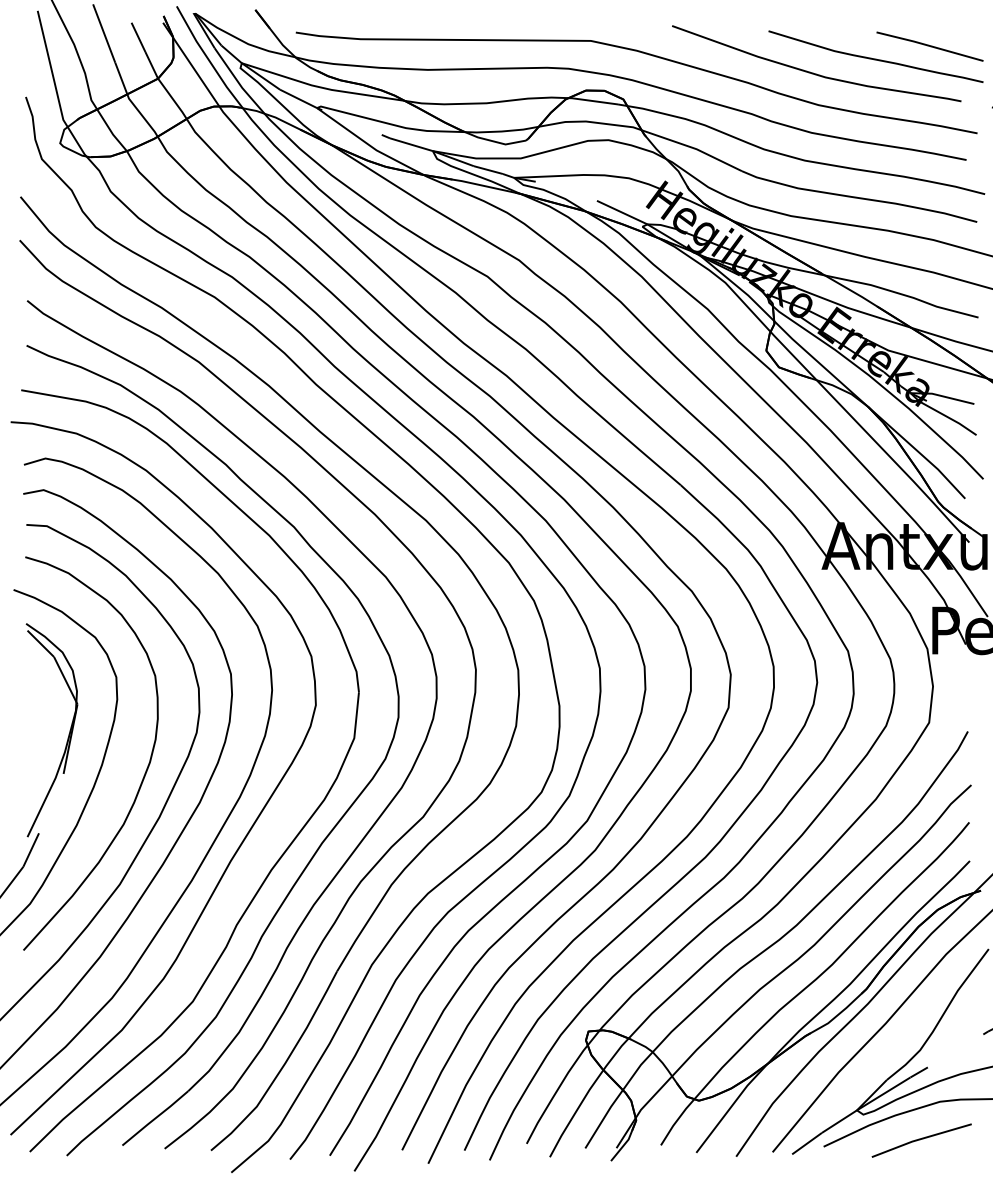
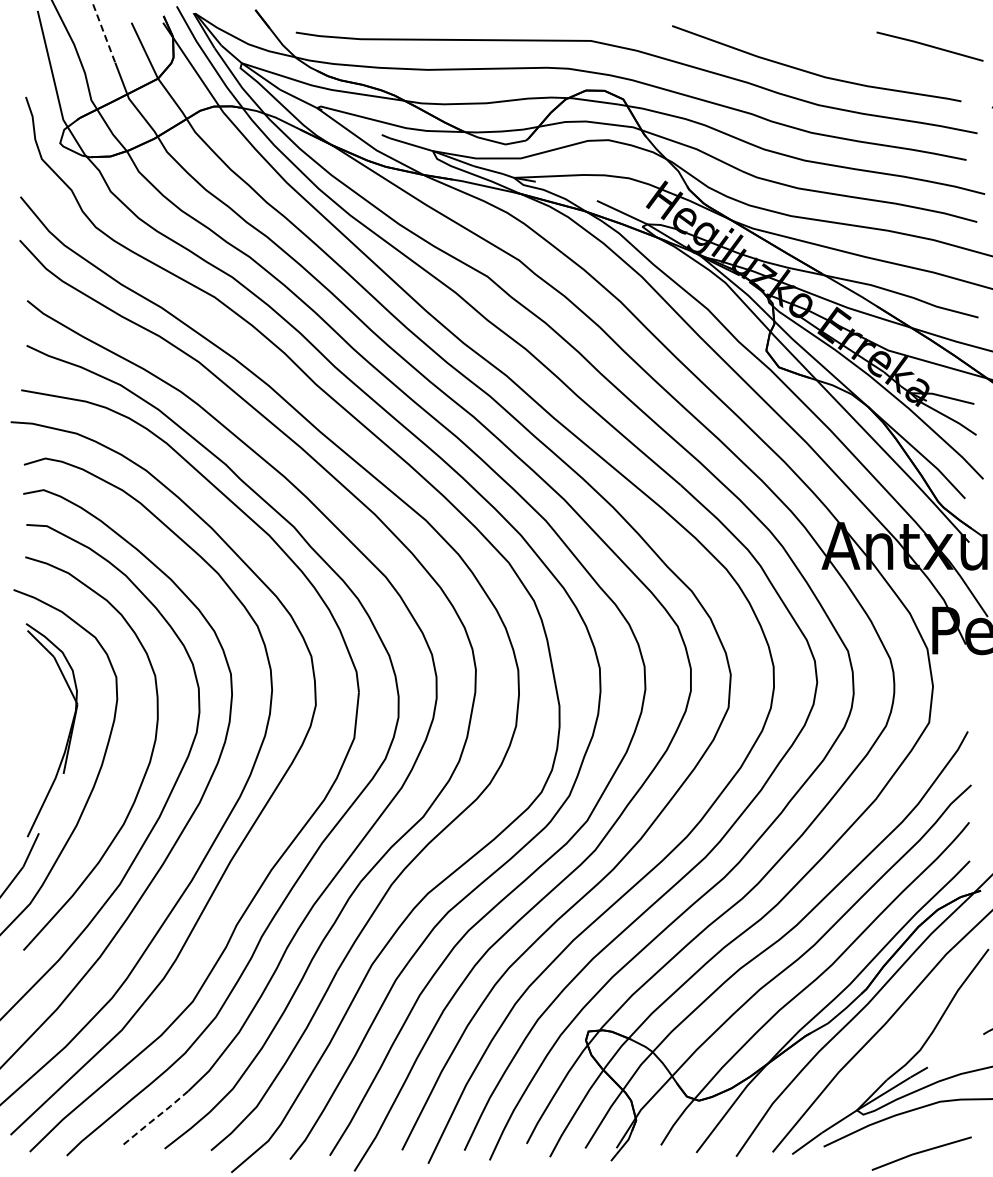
line at (104, 34): solid -> dashed
curve at (875, 58): present -> none
line at (154, 1118): solid -> dashed
line at (921, 1139) position: (921, 1139) -> (921, 1152)
